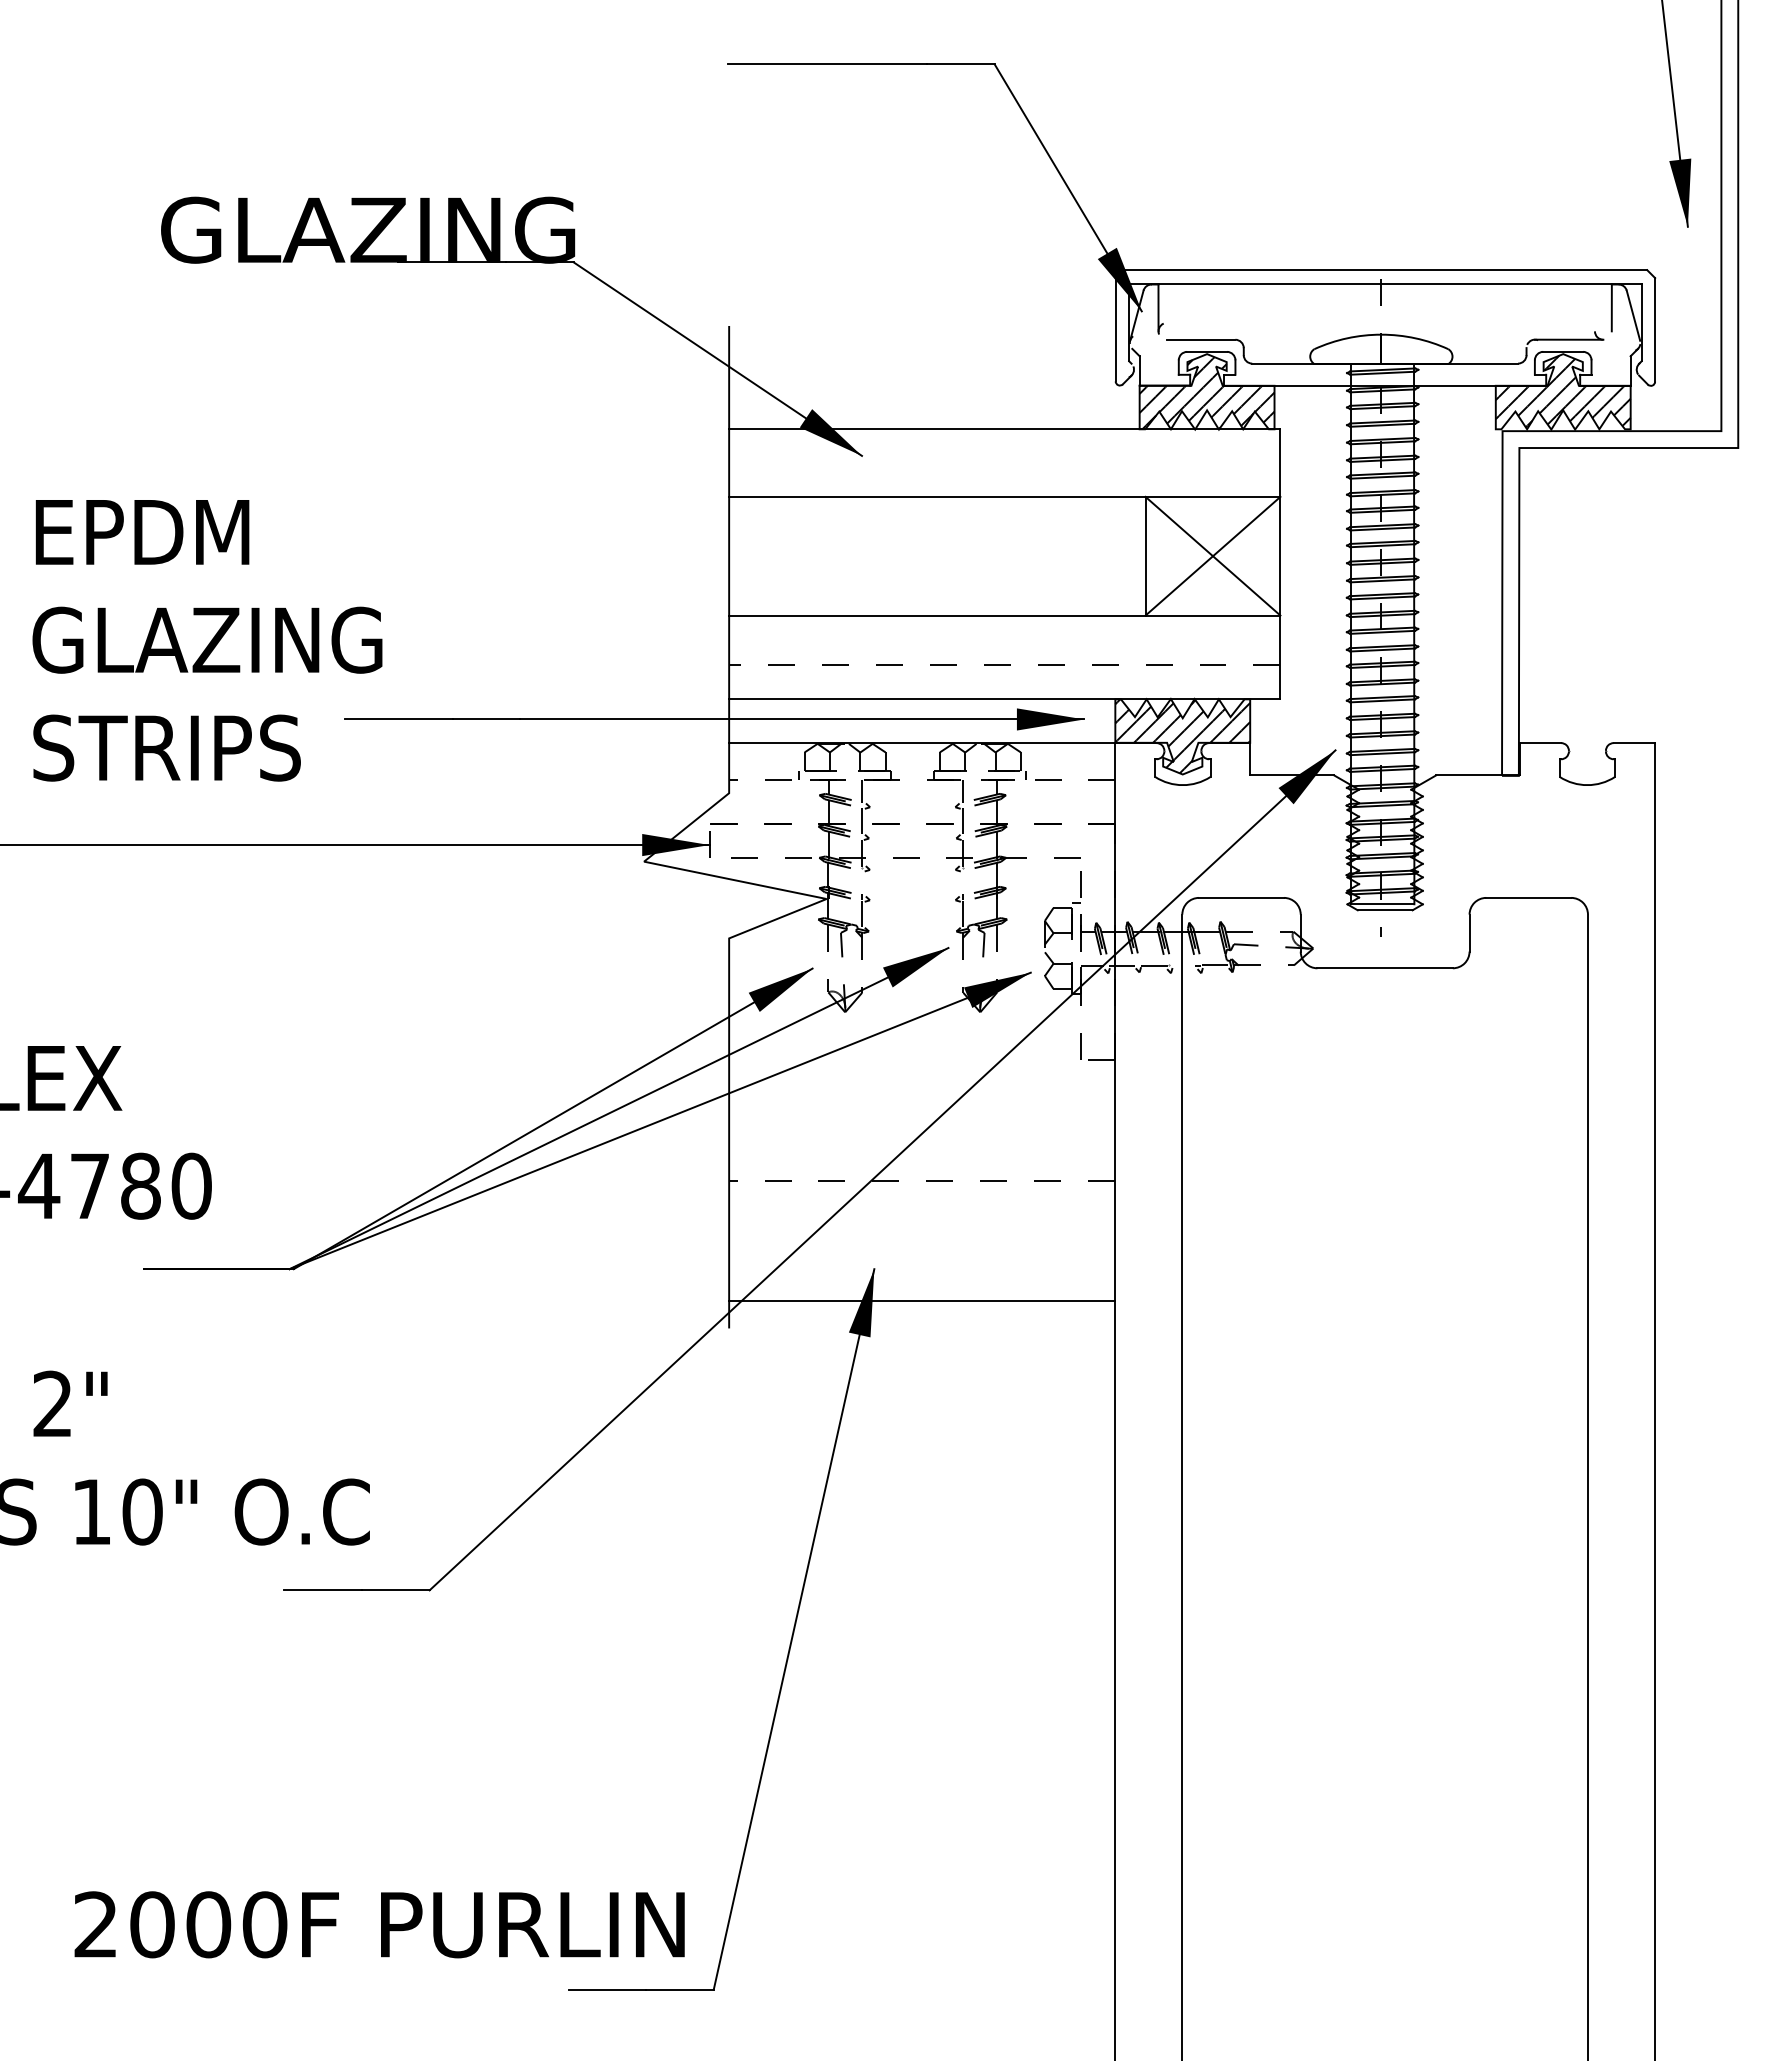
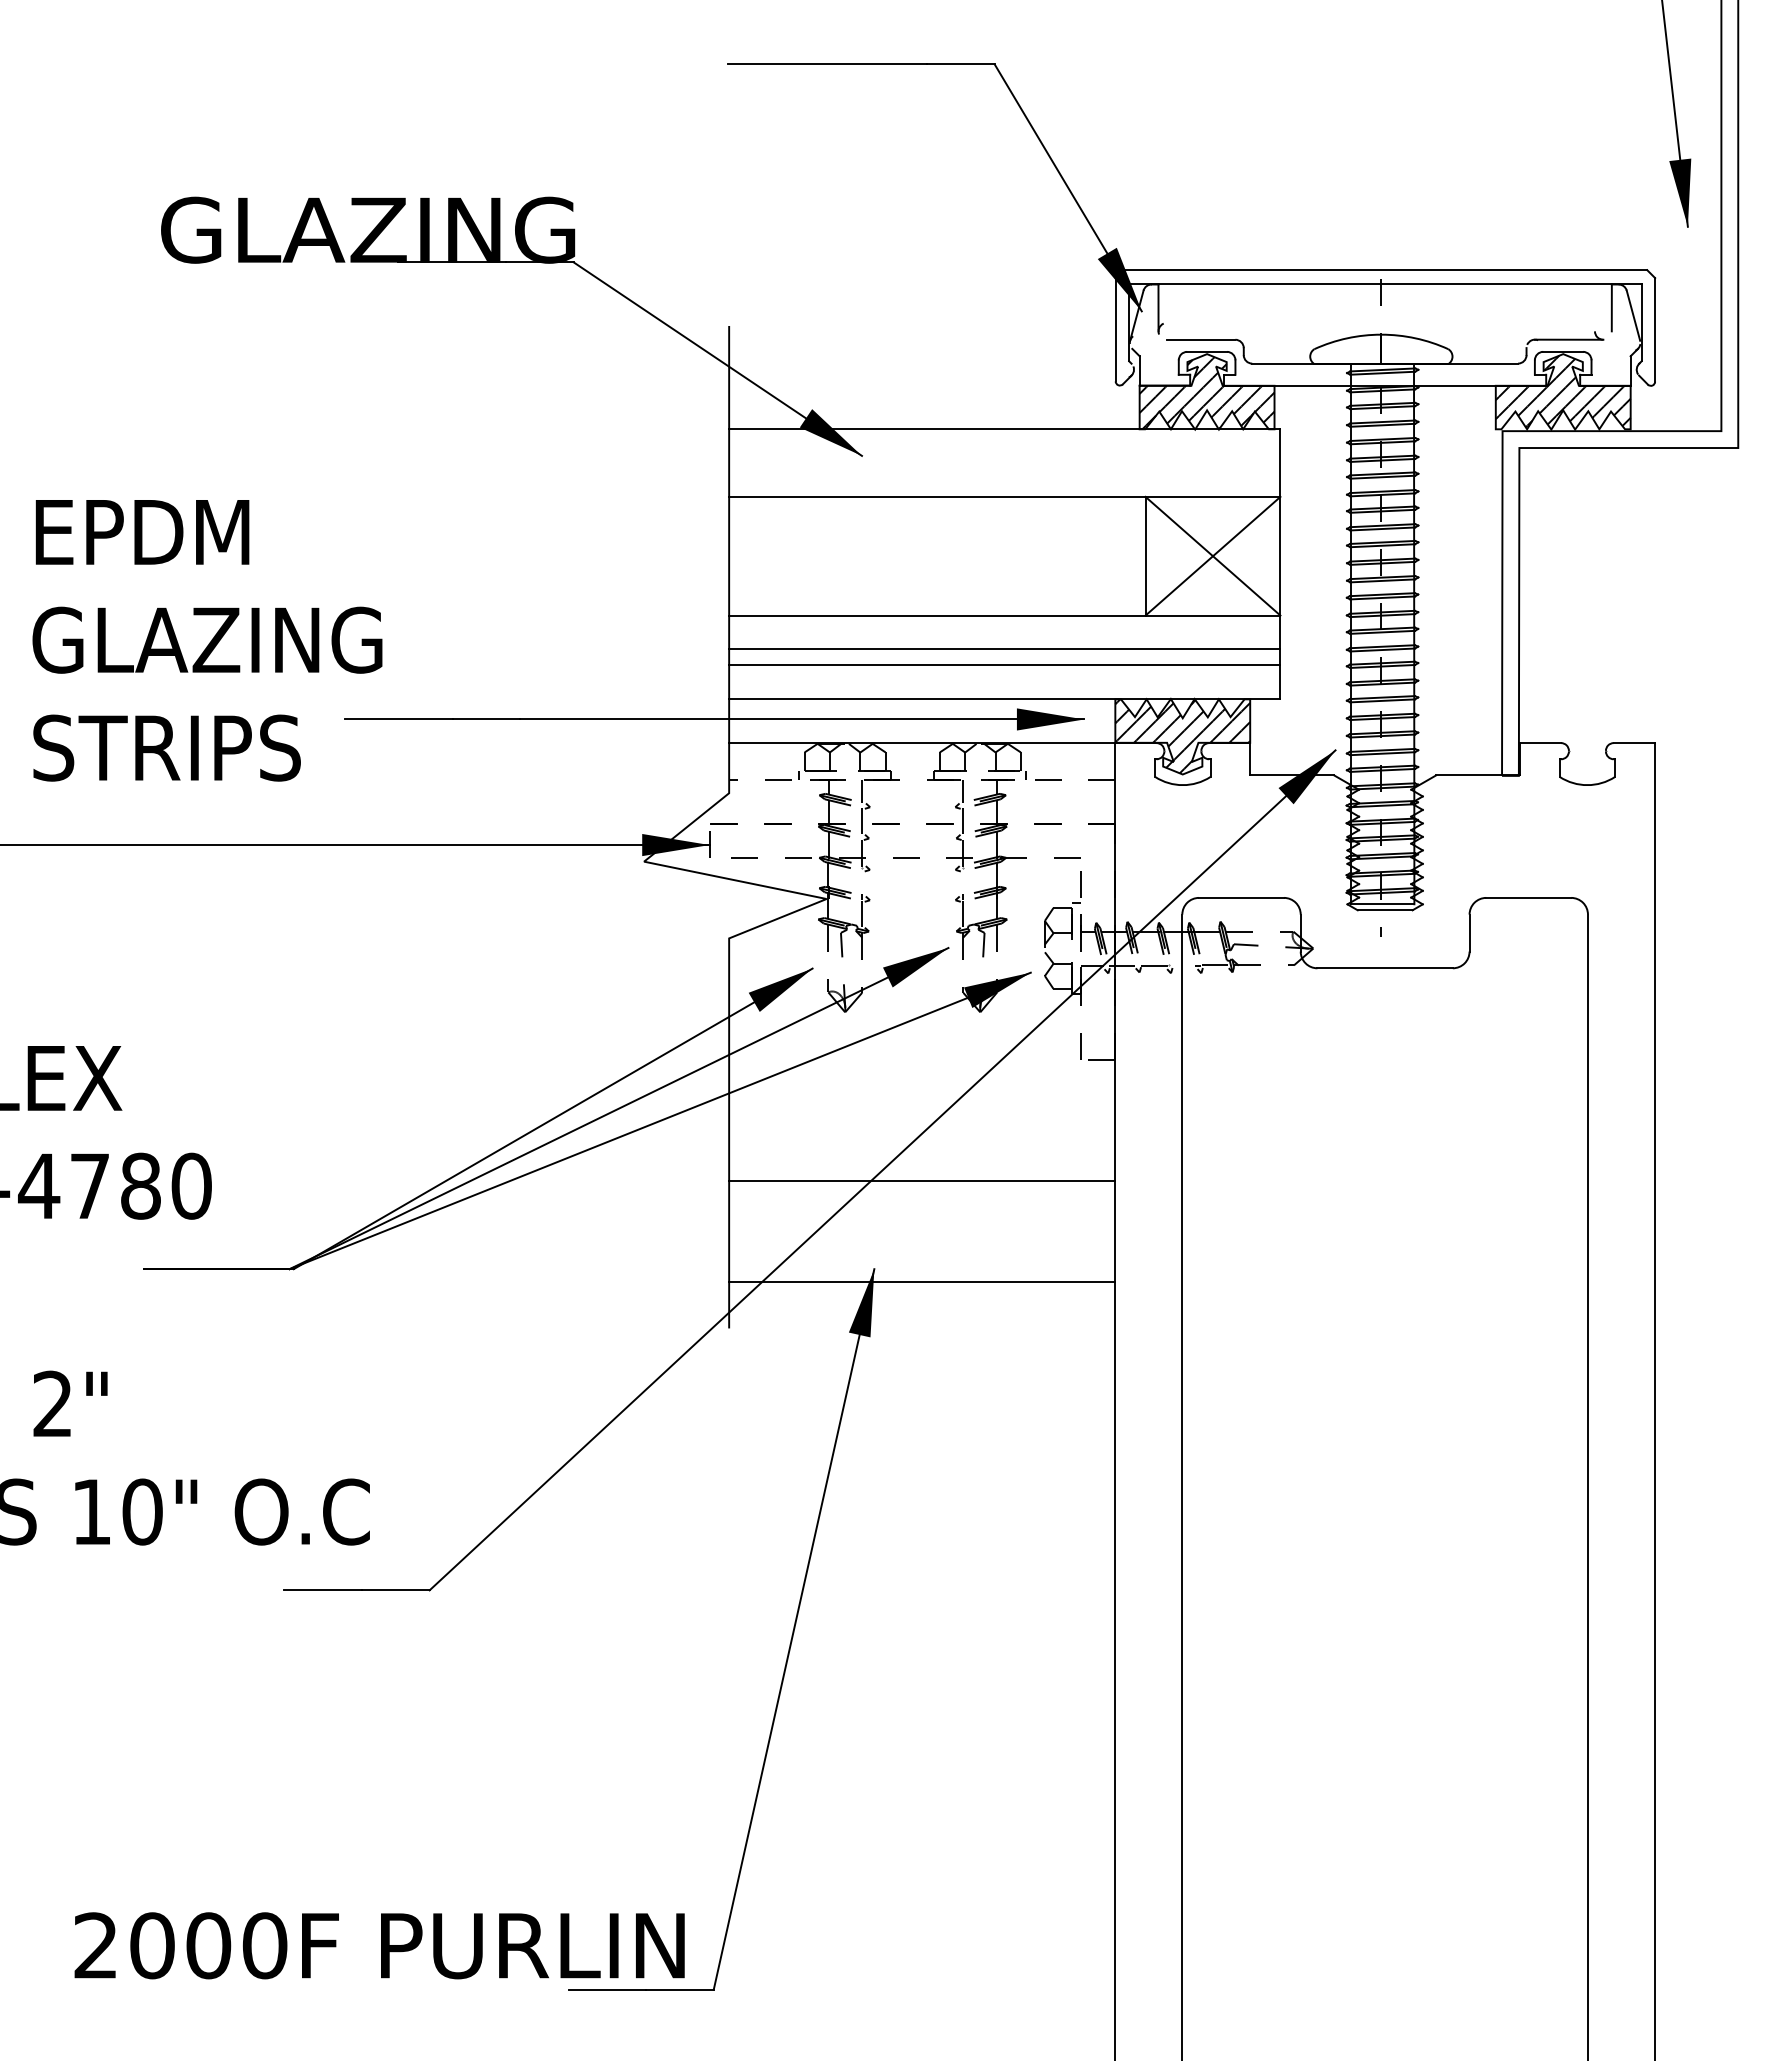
line at (1004, 649): none -> present
line at (1004, 665): dashed -> solid
line at (921, 1181): dashed -> solid
line at (922, 1301) position: (922, 1301) -> (922, 1282)
text at (379, 1924) position: (379, 1924) -> (379, 1945)
